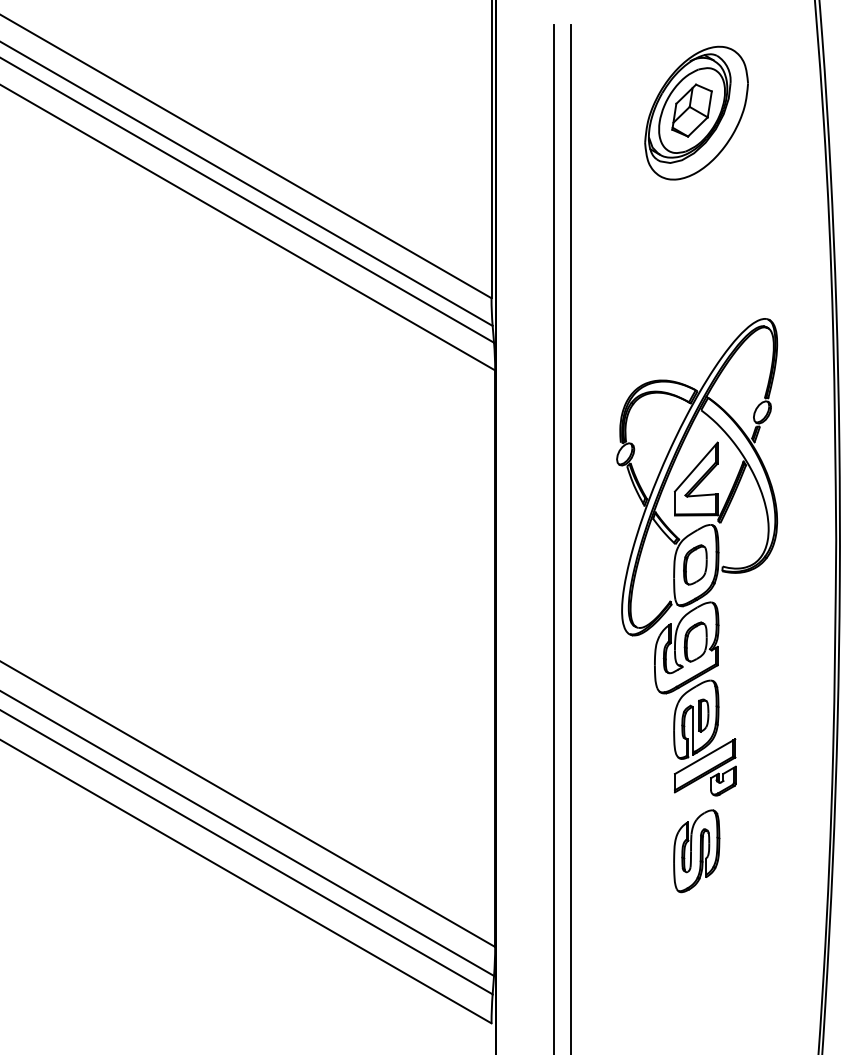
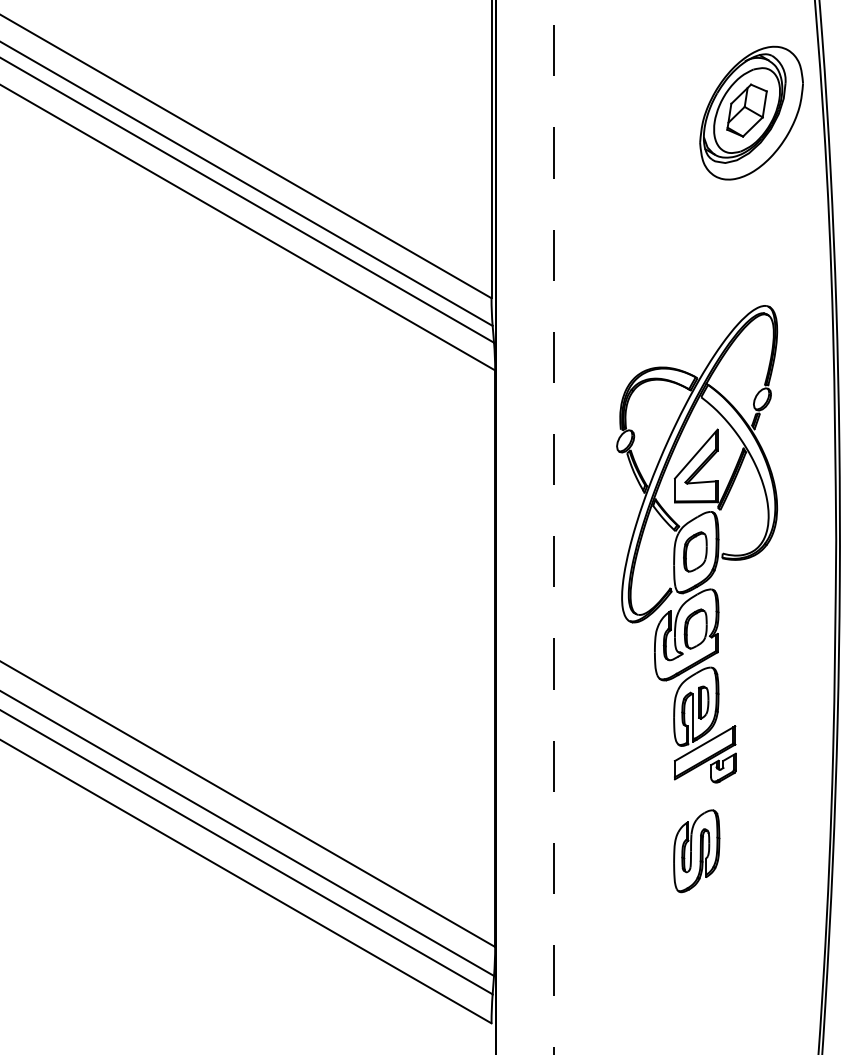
part at (696, 112) position: (696, 112) -> (751, 112)
line at (571, 538): present -> none
line at (553, 540): solid -> dashed
part at (697, 557) position: (697, 557) -> (697, 544)
